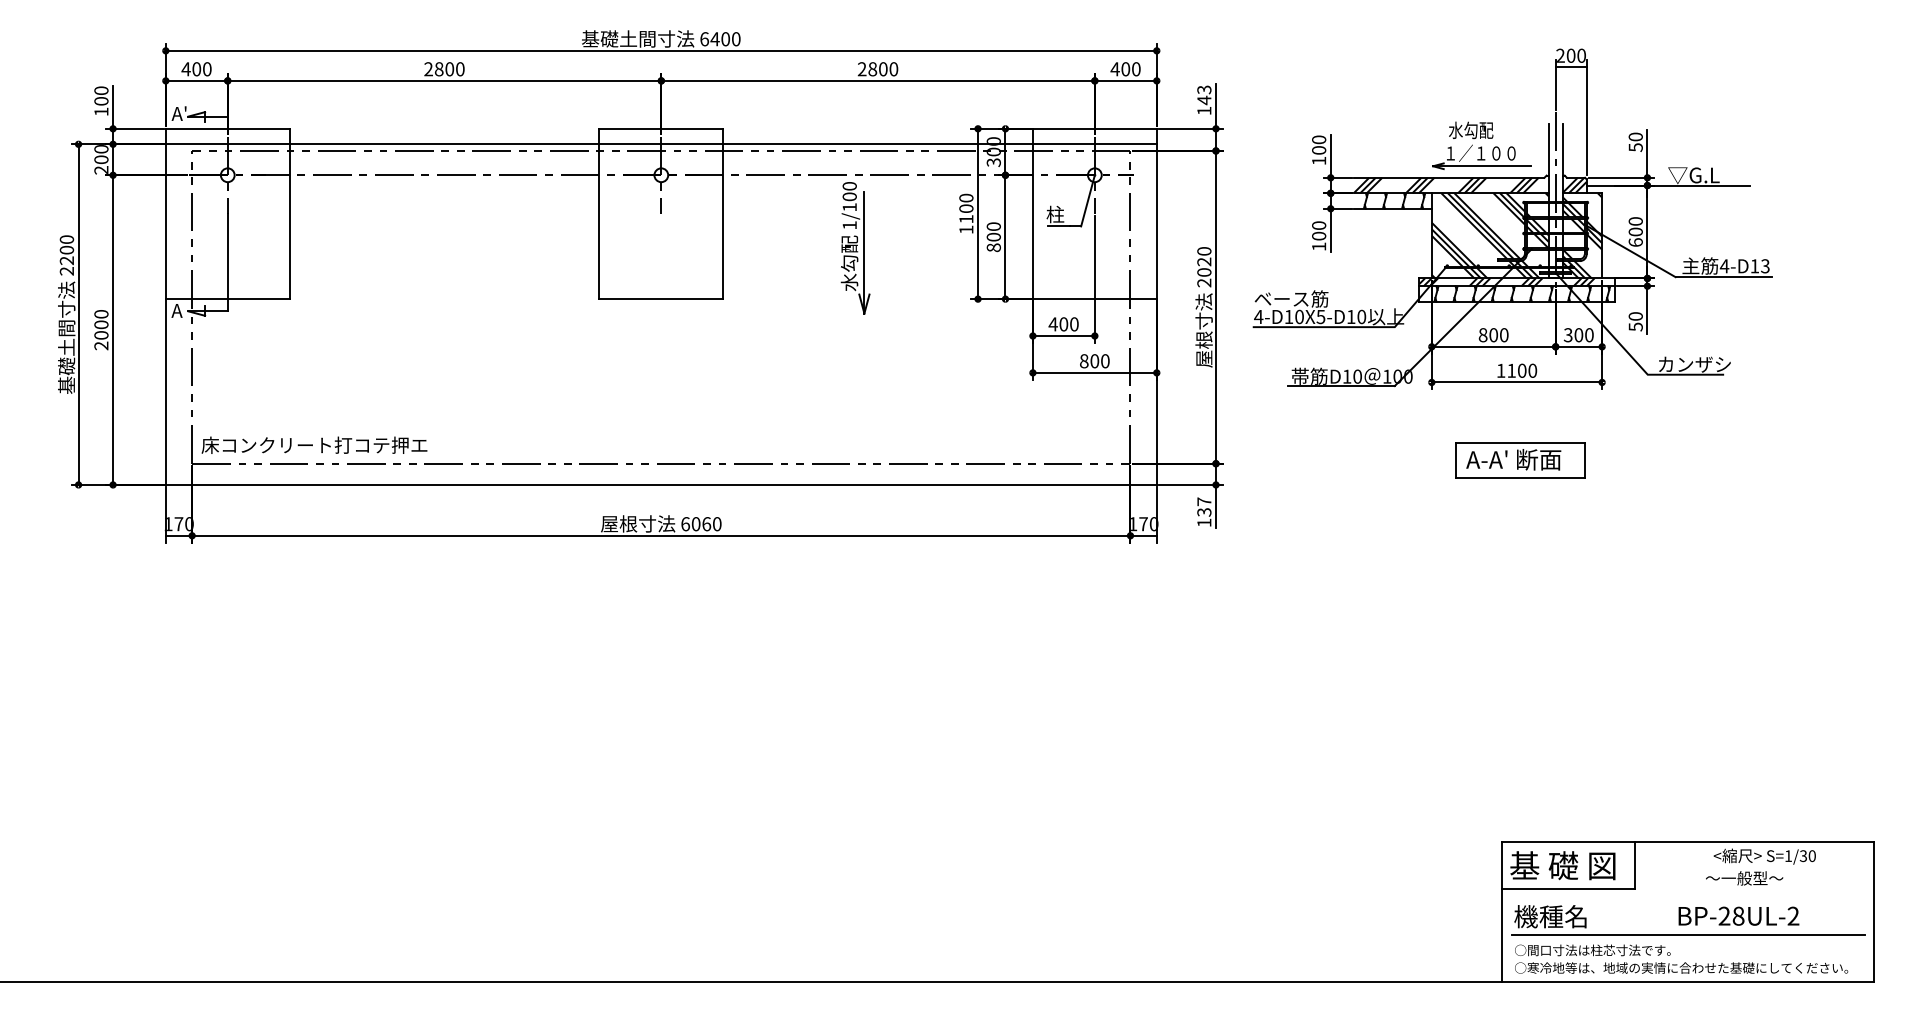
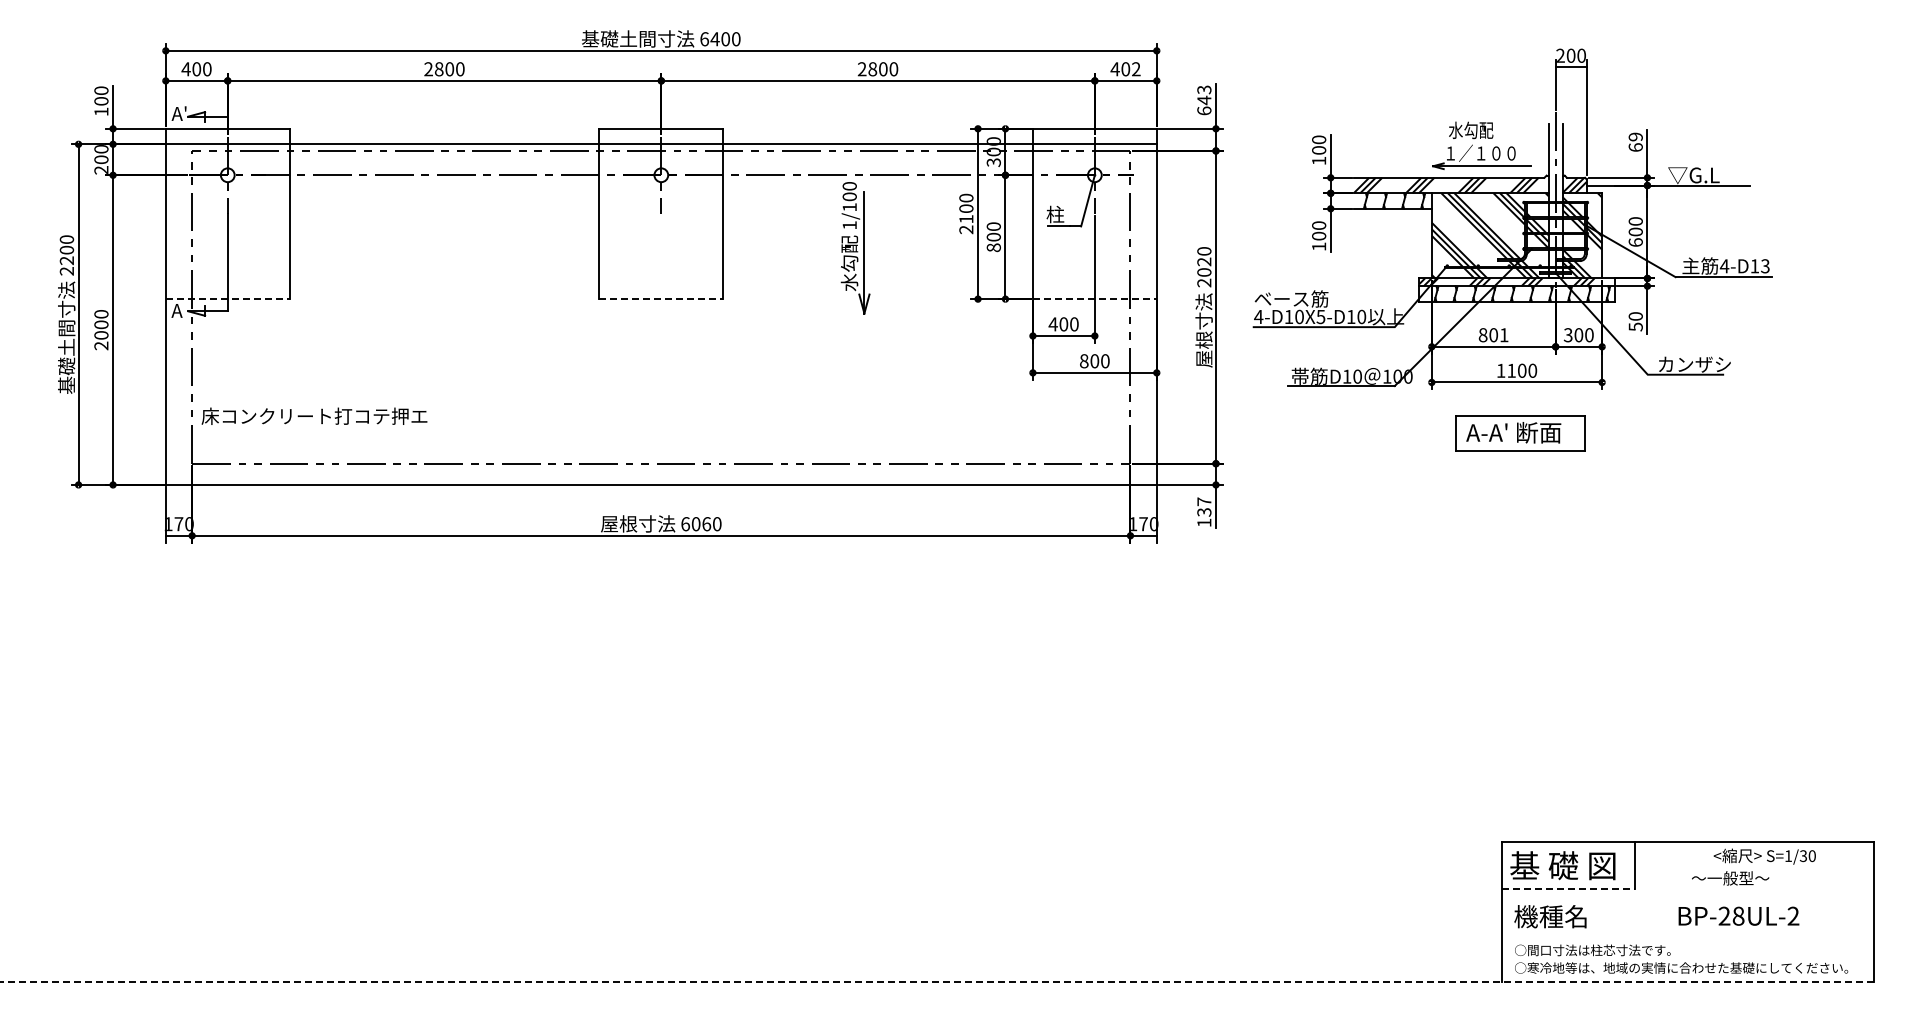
text at (1136, 69): 400 -> 402
text at (1204, 110): 143 -> 643
text at (1635, 141): 50 -> 69
text at (966, 229): 1100 -> 2100
line at (227, 299): solid -> dashed
line at (661, 299): solid -> dashed
line at (1094, 299): solid -> dashed
text at (1504, 335): 800 -> 801
text at (314, 444) position: (314, 444) -> (314, 415)
part at (1520, 460) position: (1520, 460) -> (1520, 433)
text at (1744, 878) position: (1744, 878) -> (1730, 878)
line at (1569, 888): solid -> dashed
line at (1687, 935): present -> none
line at (937, 981): solid -> dashed
